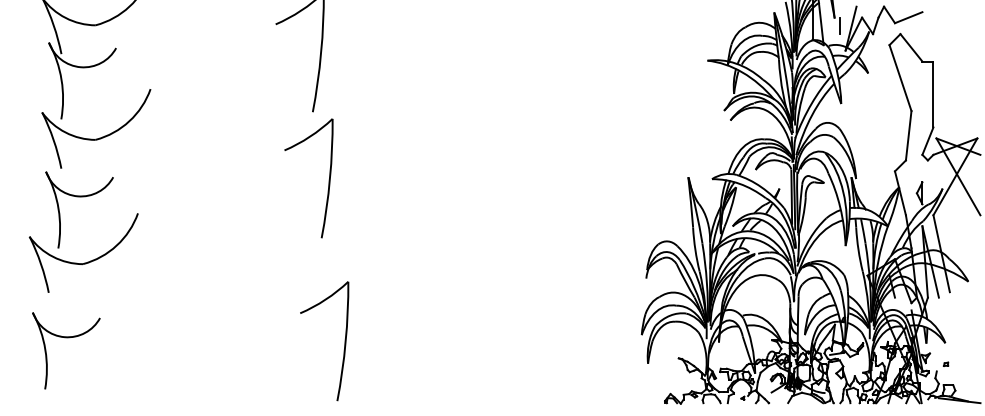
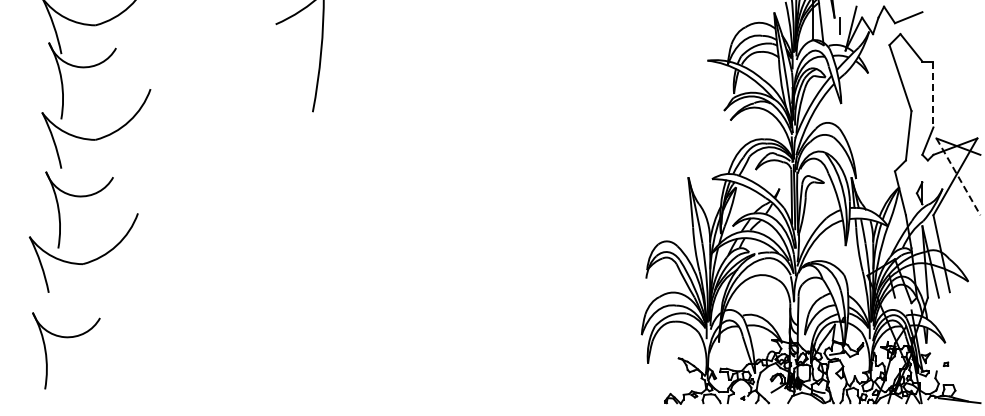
line at (933, 94): solid -> dashed
line at (958, 177): solid -> dashed
part at (328, 179): present -> none
part at (344, 341): present -> none
